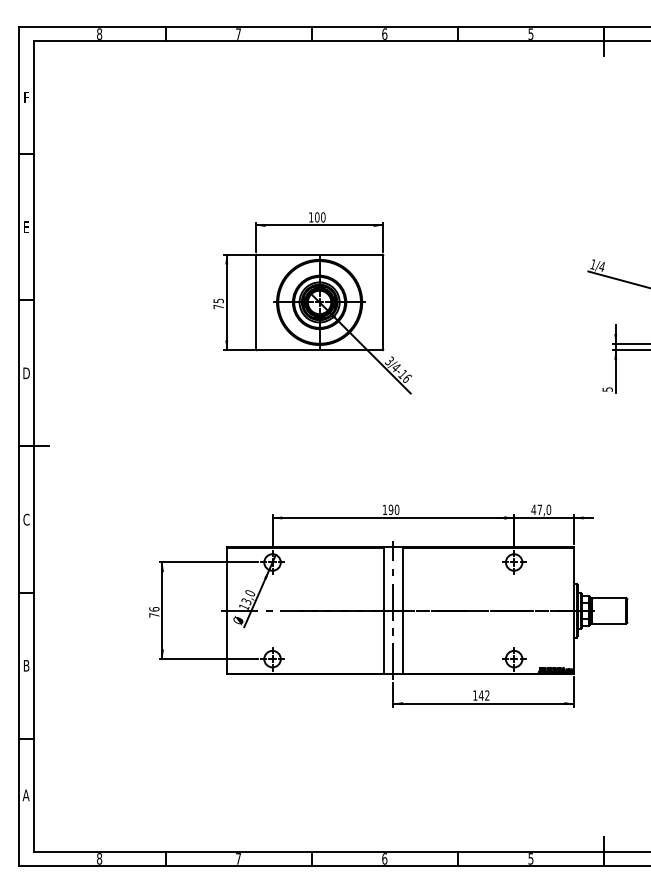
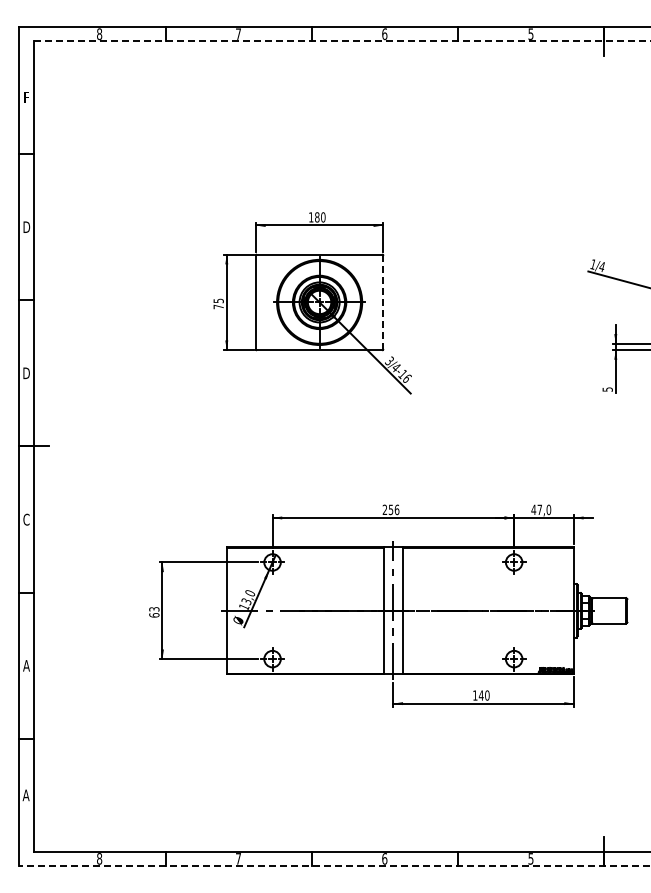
line at (342, 41): solid -> dashed
text at (317, 217): 100 -> 180
text at (26, 226): E -> D
line at (383, 302): solid -> dashed
text at (390, 509): 190 -> 256
text at (154, 612): 76 -> 63
text at (26, 665): B -> A
text at (487, 695): 142 -> 140
line at (334, 866): solid -> dashed
